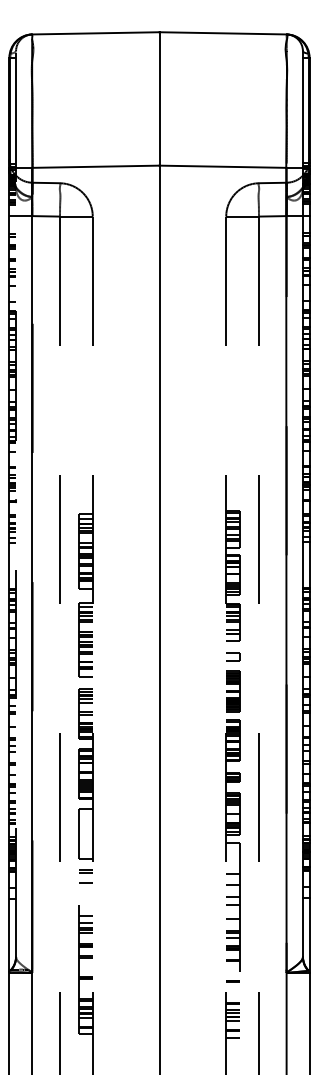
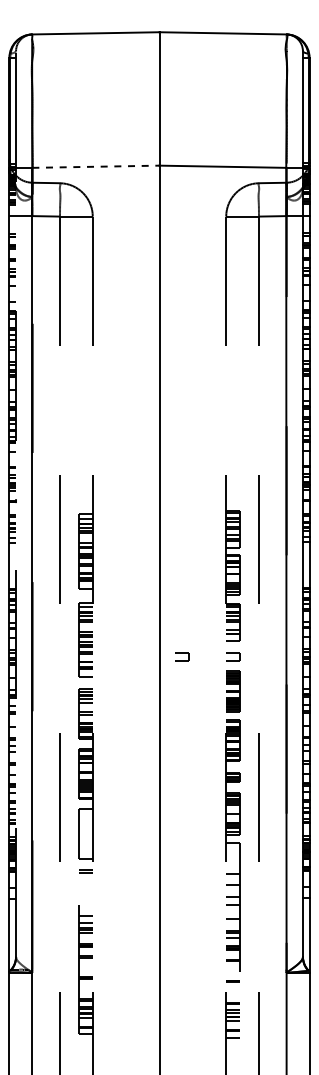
line at (95, 166): solid -> dashed
part at (182, 656): none -> present
line at (85, 882): present -> none
